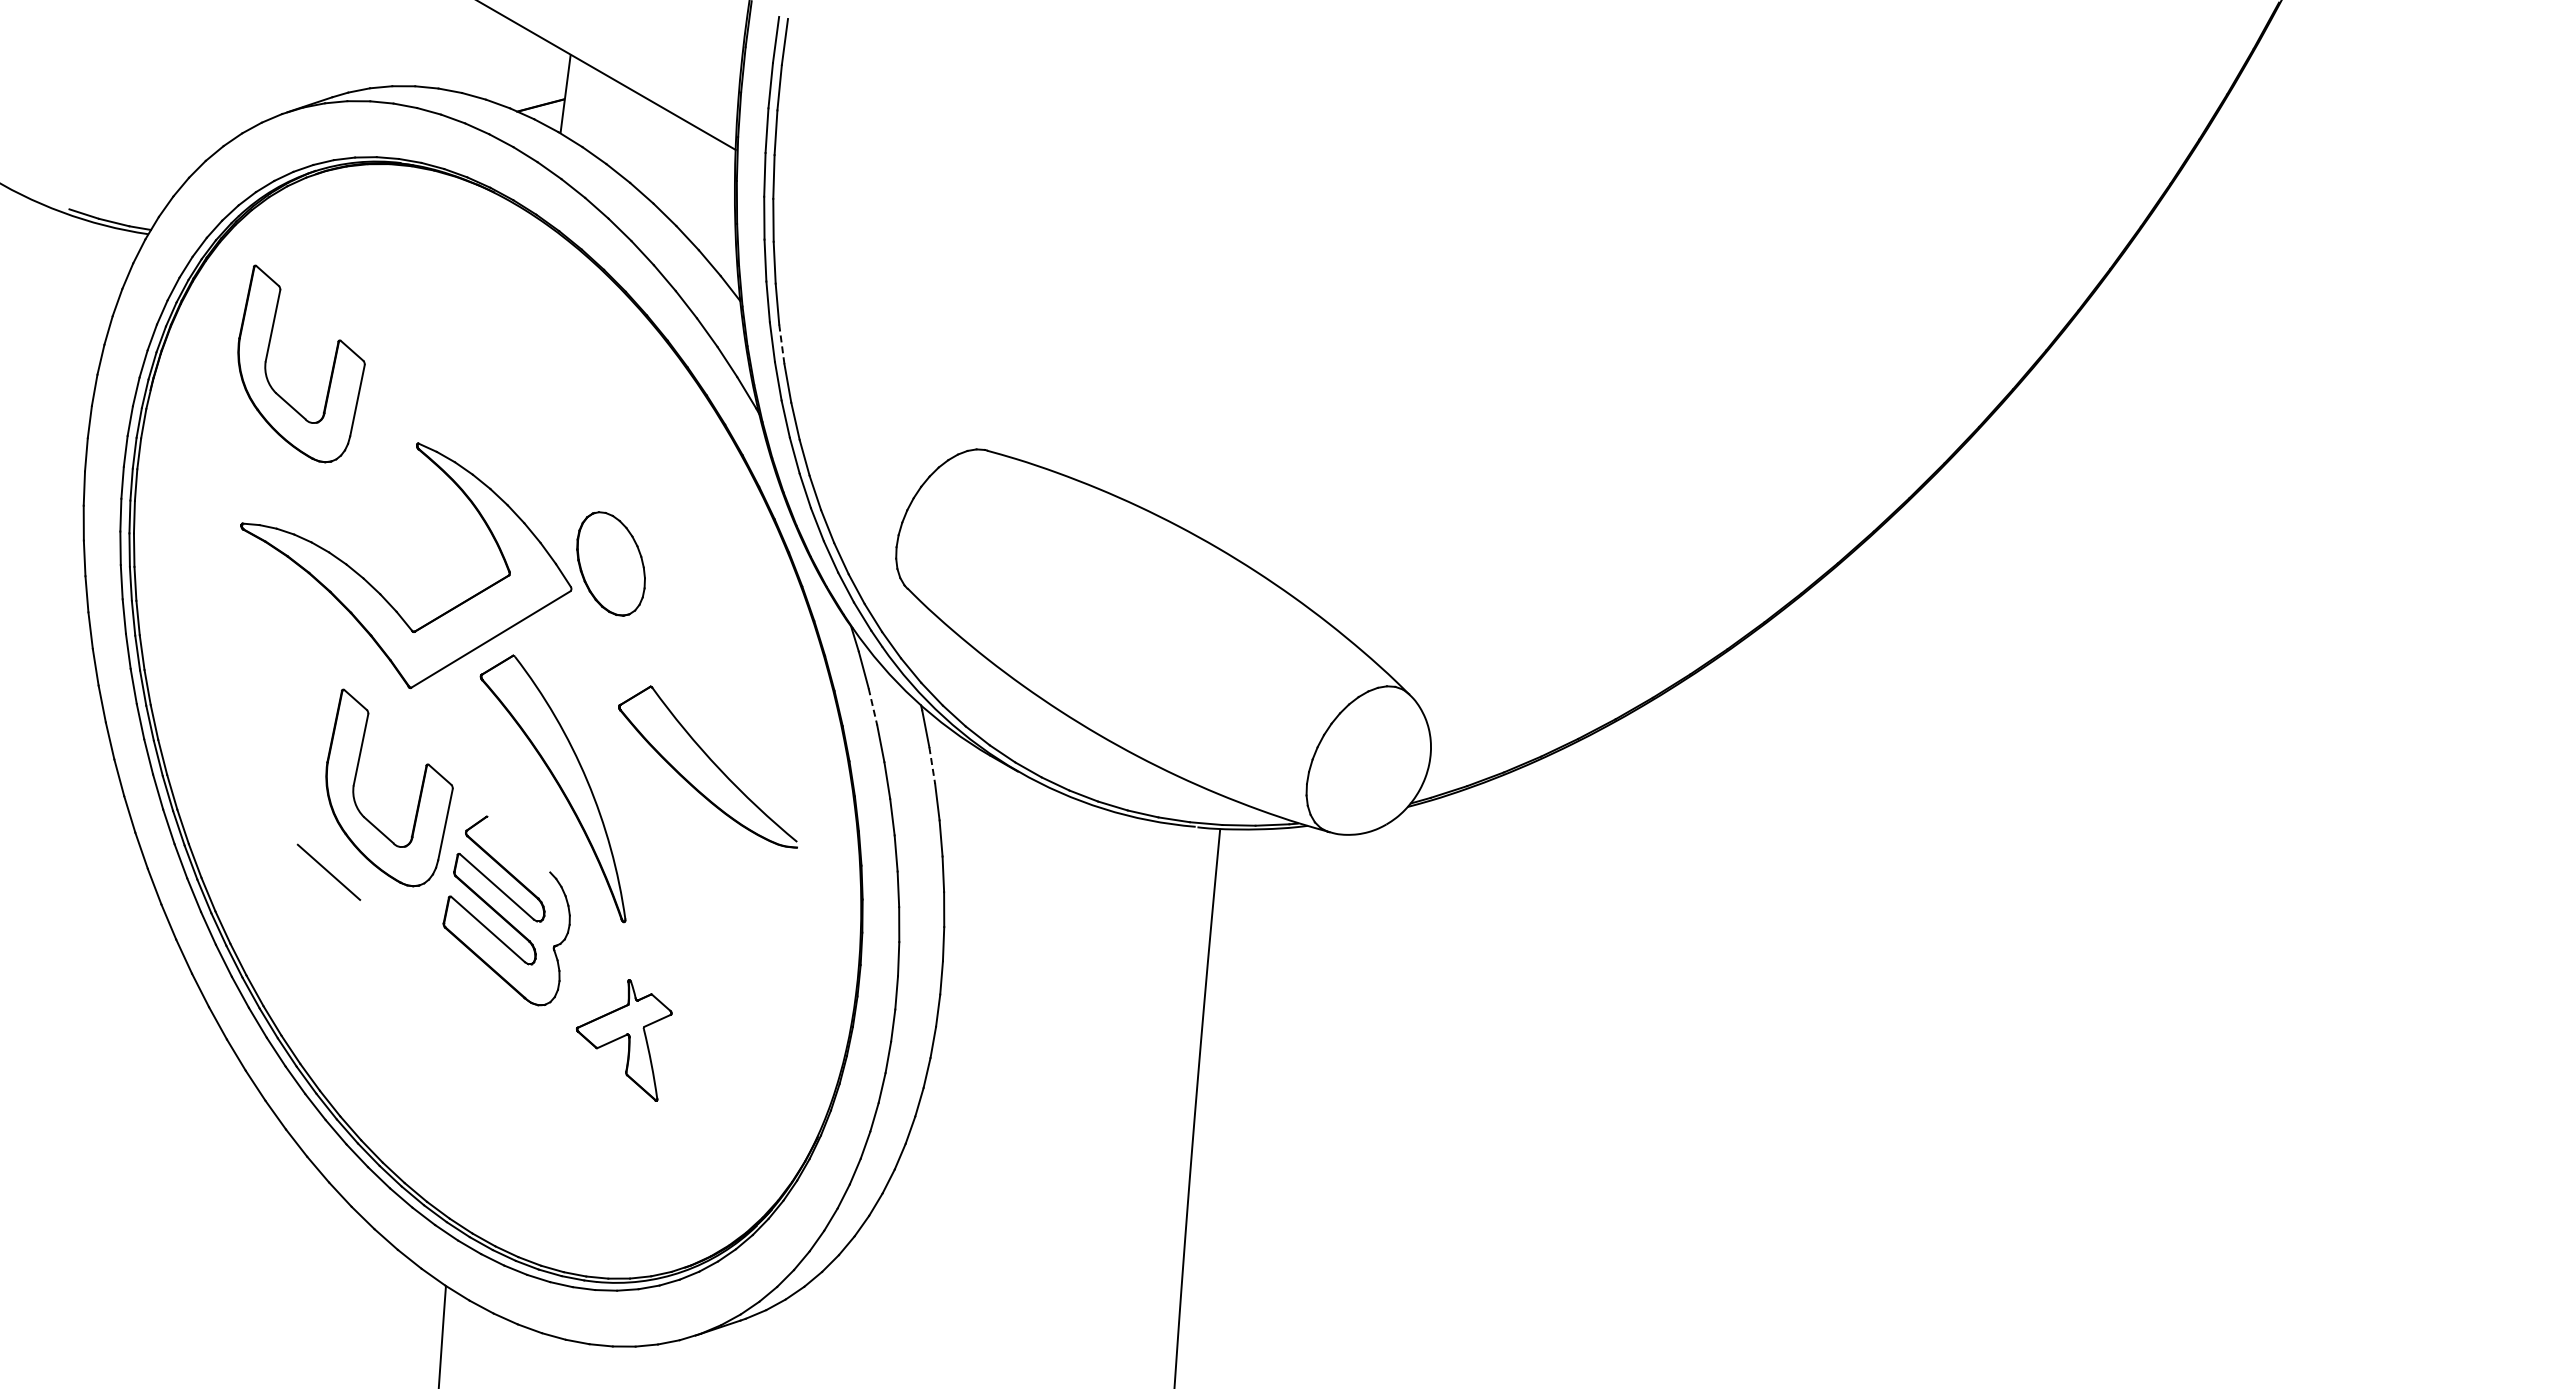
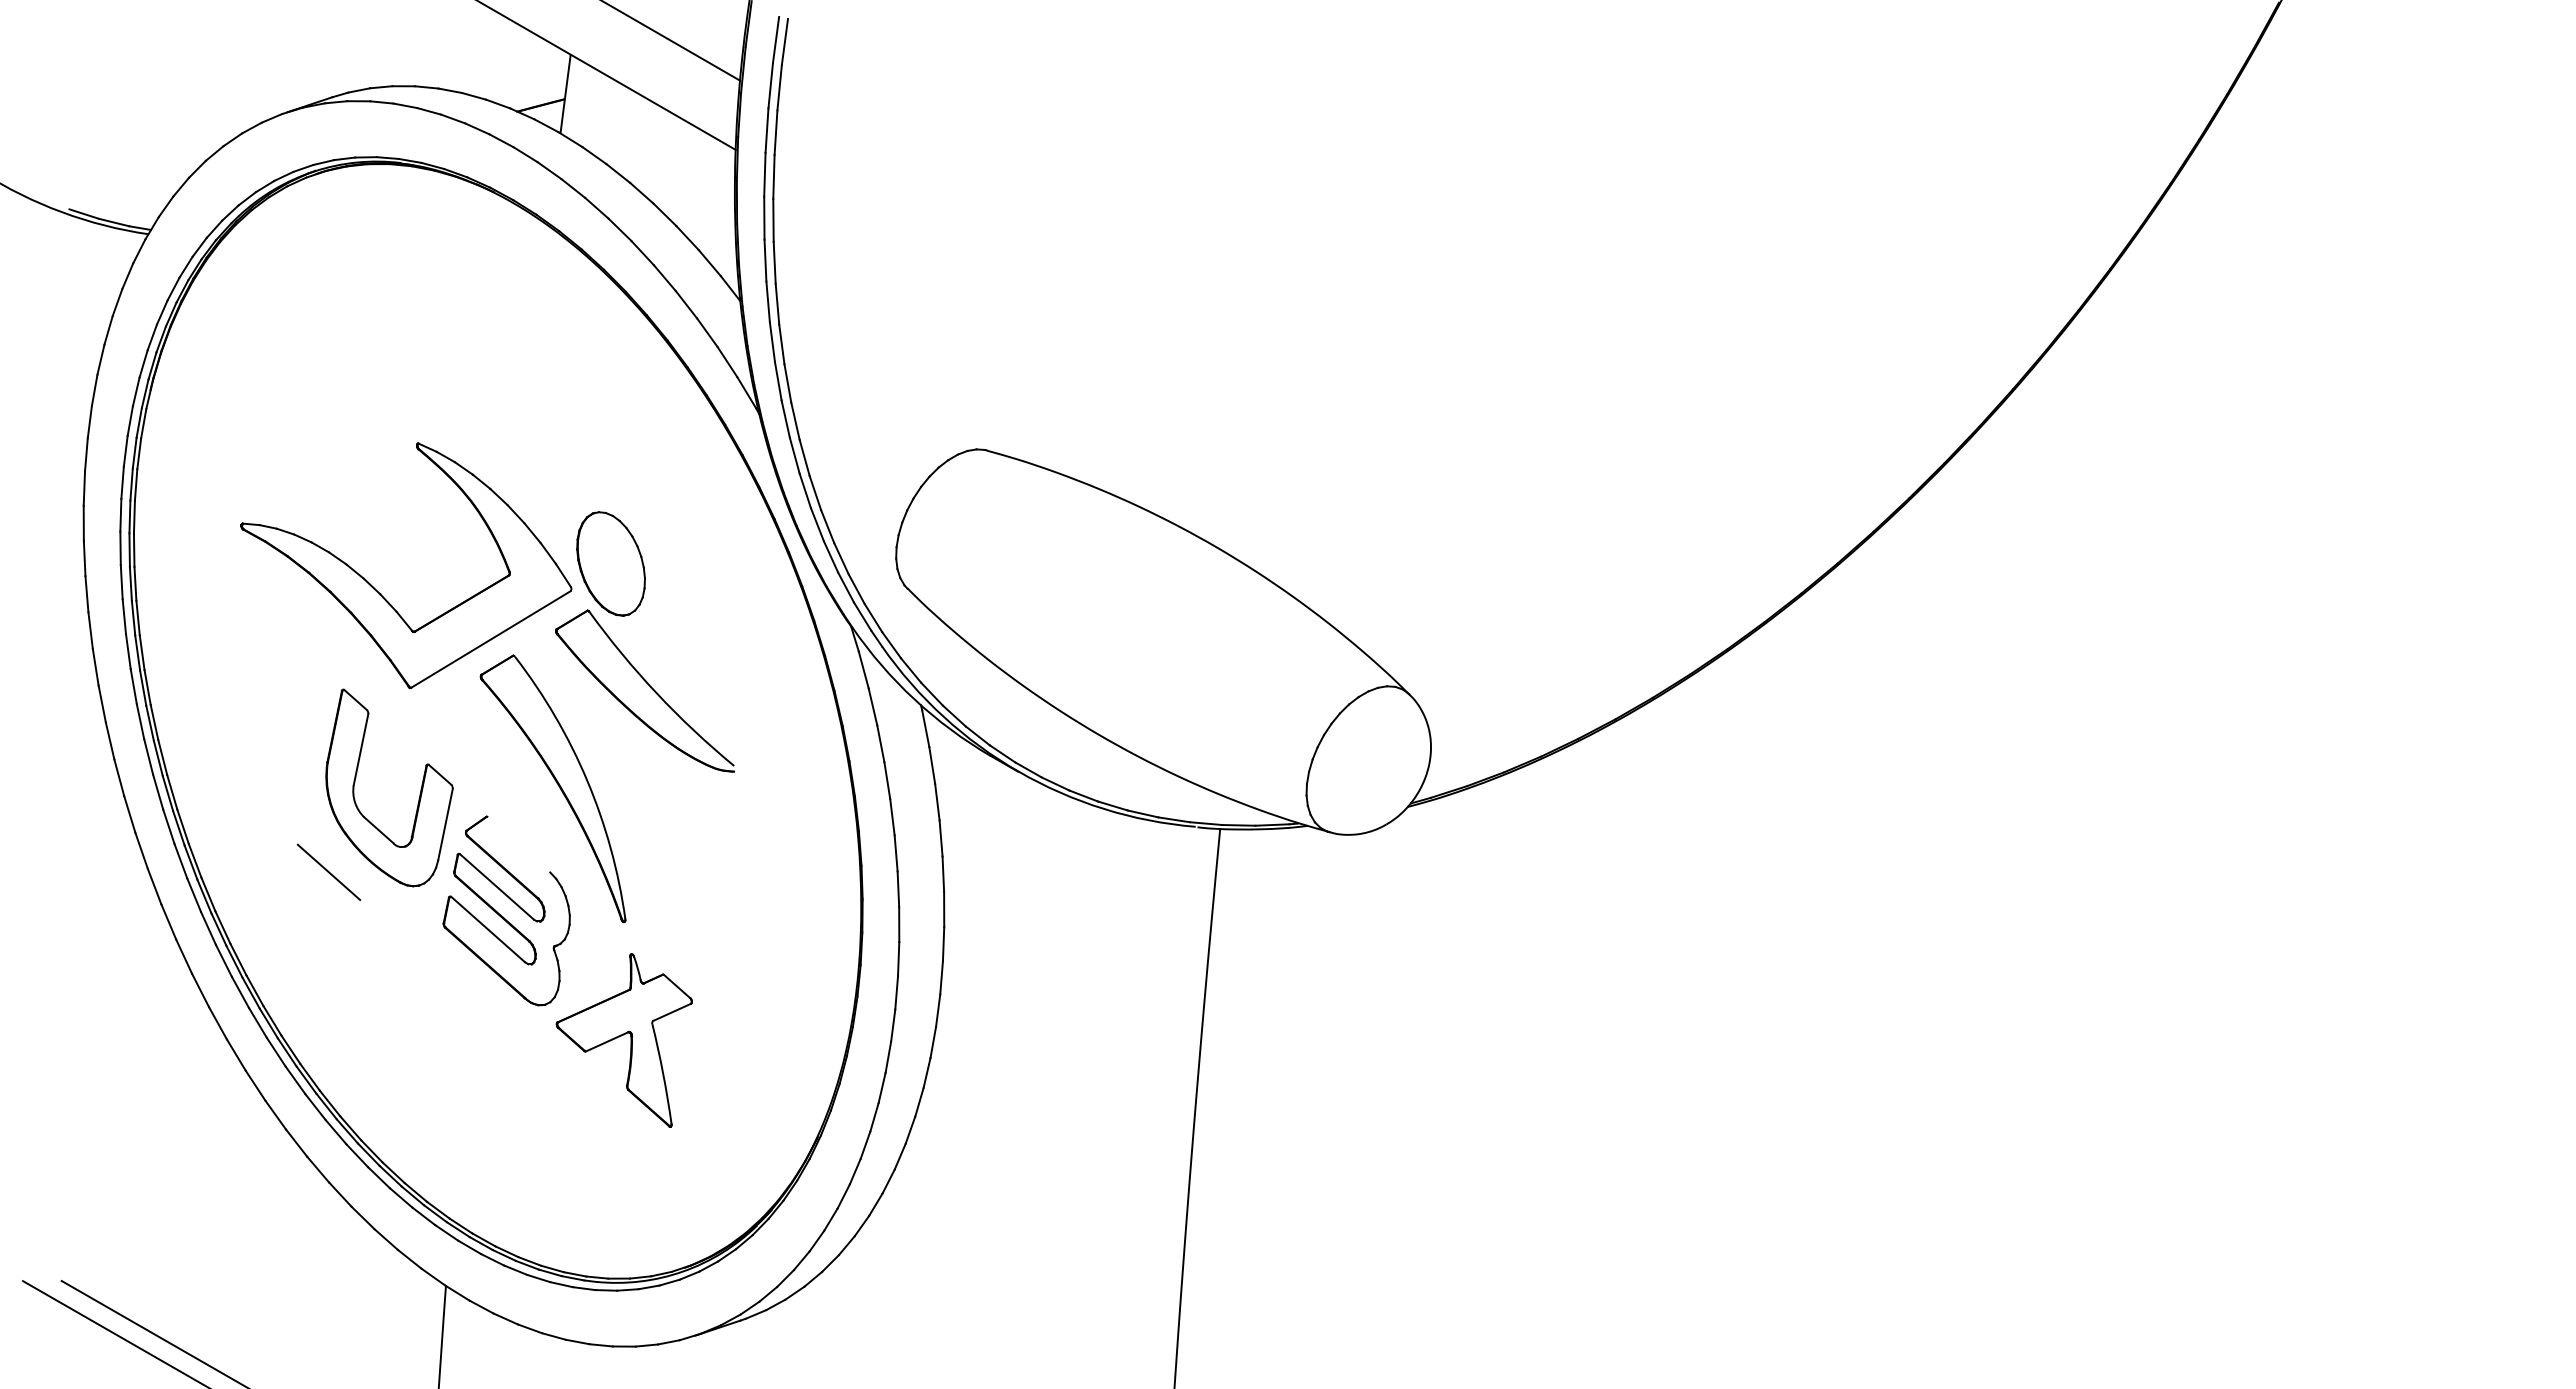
line at (672, 41): none -> present
line at (781, 344): dashed -> solid
part at (331, 370): present -> none
line at (872, 706): dashed -> solid
part at (713, 764) position: (713, 764) -> (650, 688)
line at (932, 765): dashed -> solid
part at (624, 1040) size: 97x123 px -> 138x175 px
line at (152, 1332): none -> present
line at (113, 1333): none -> present
